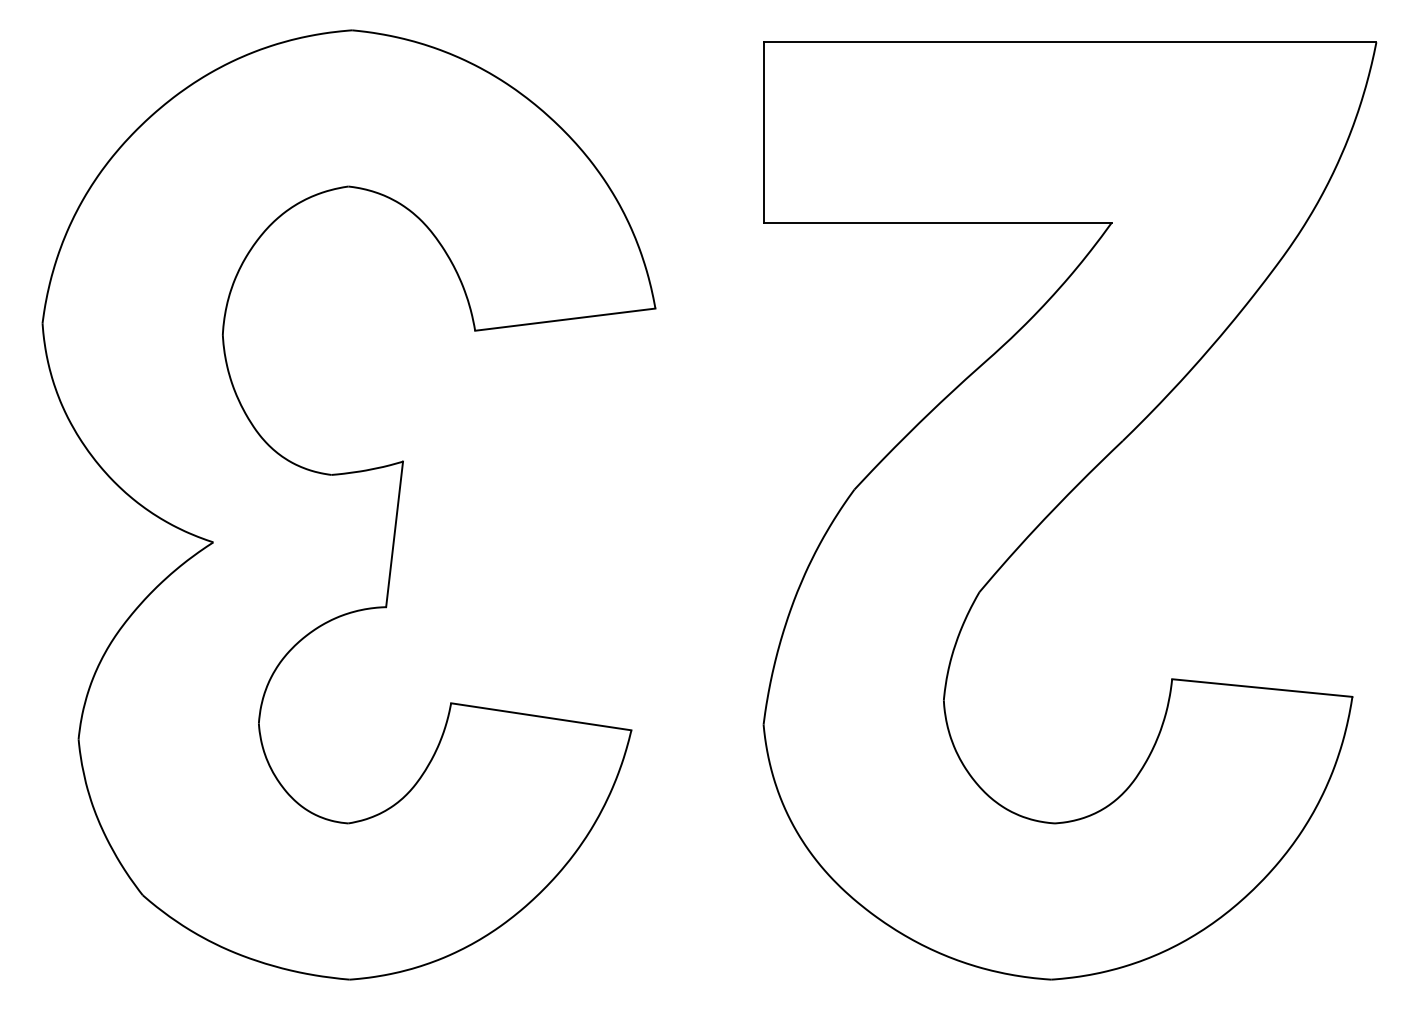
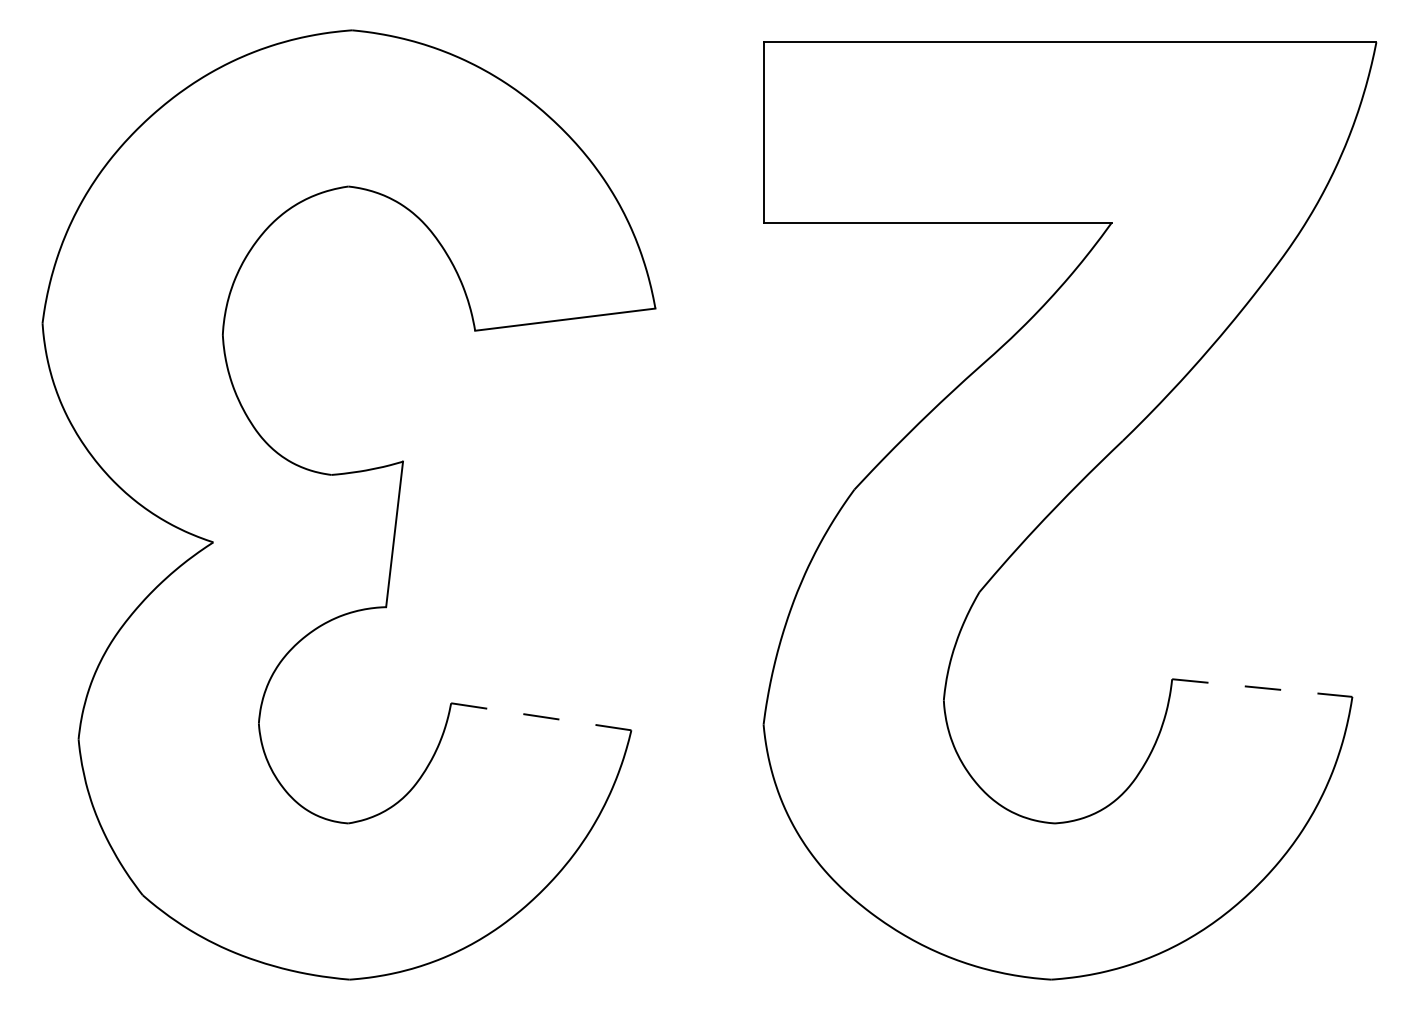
line at (1262, 688): solid -> dashed
line at (541, 716): solid -> dashed
